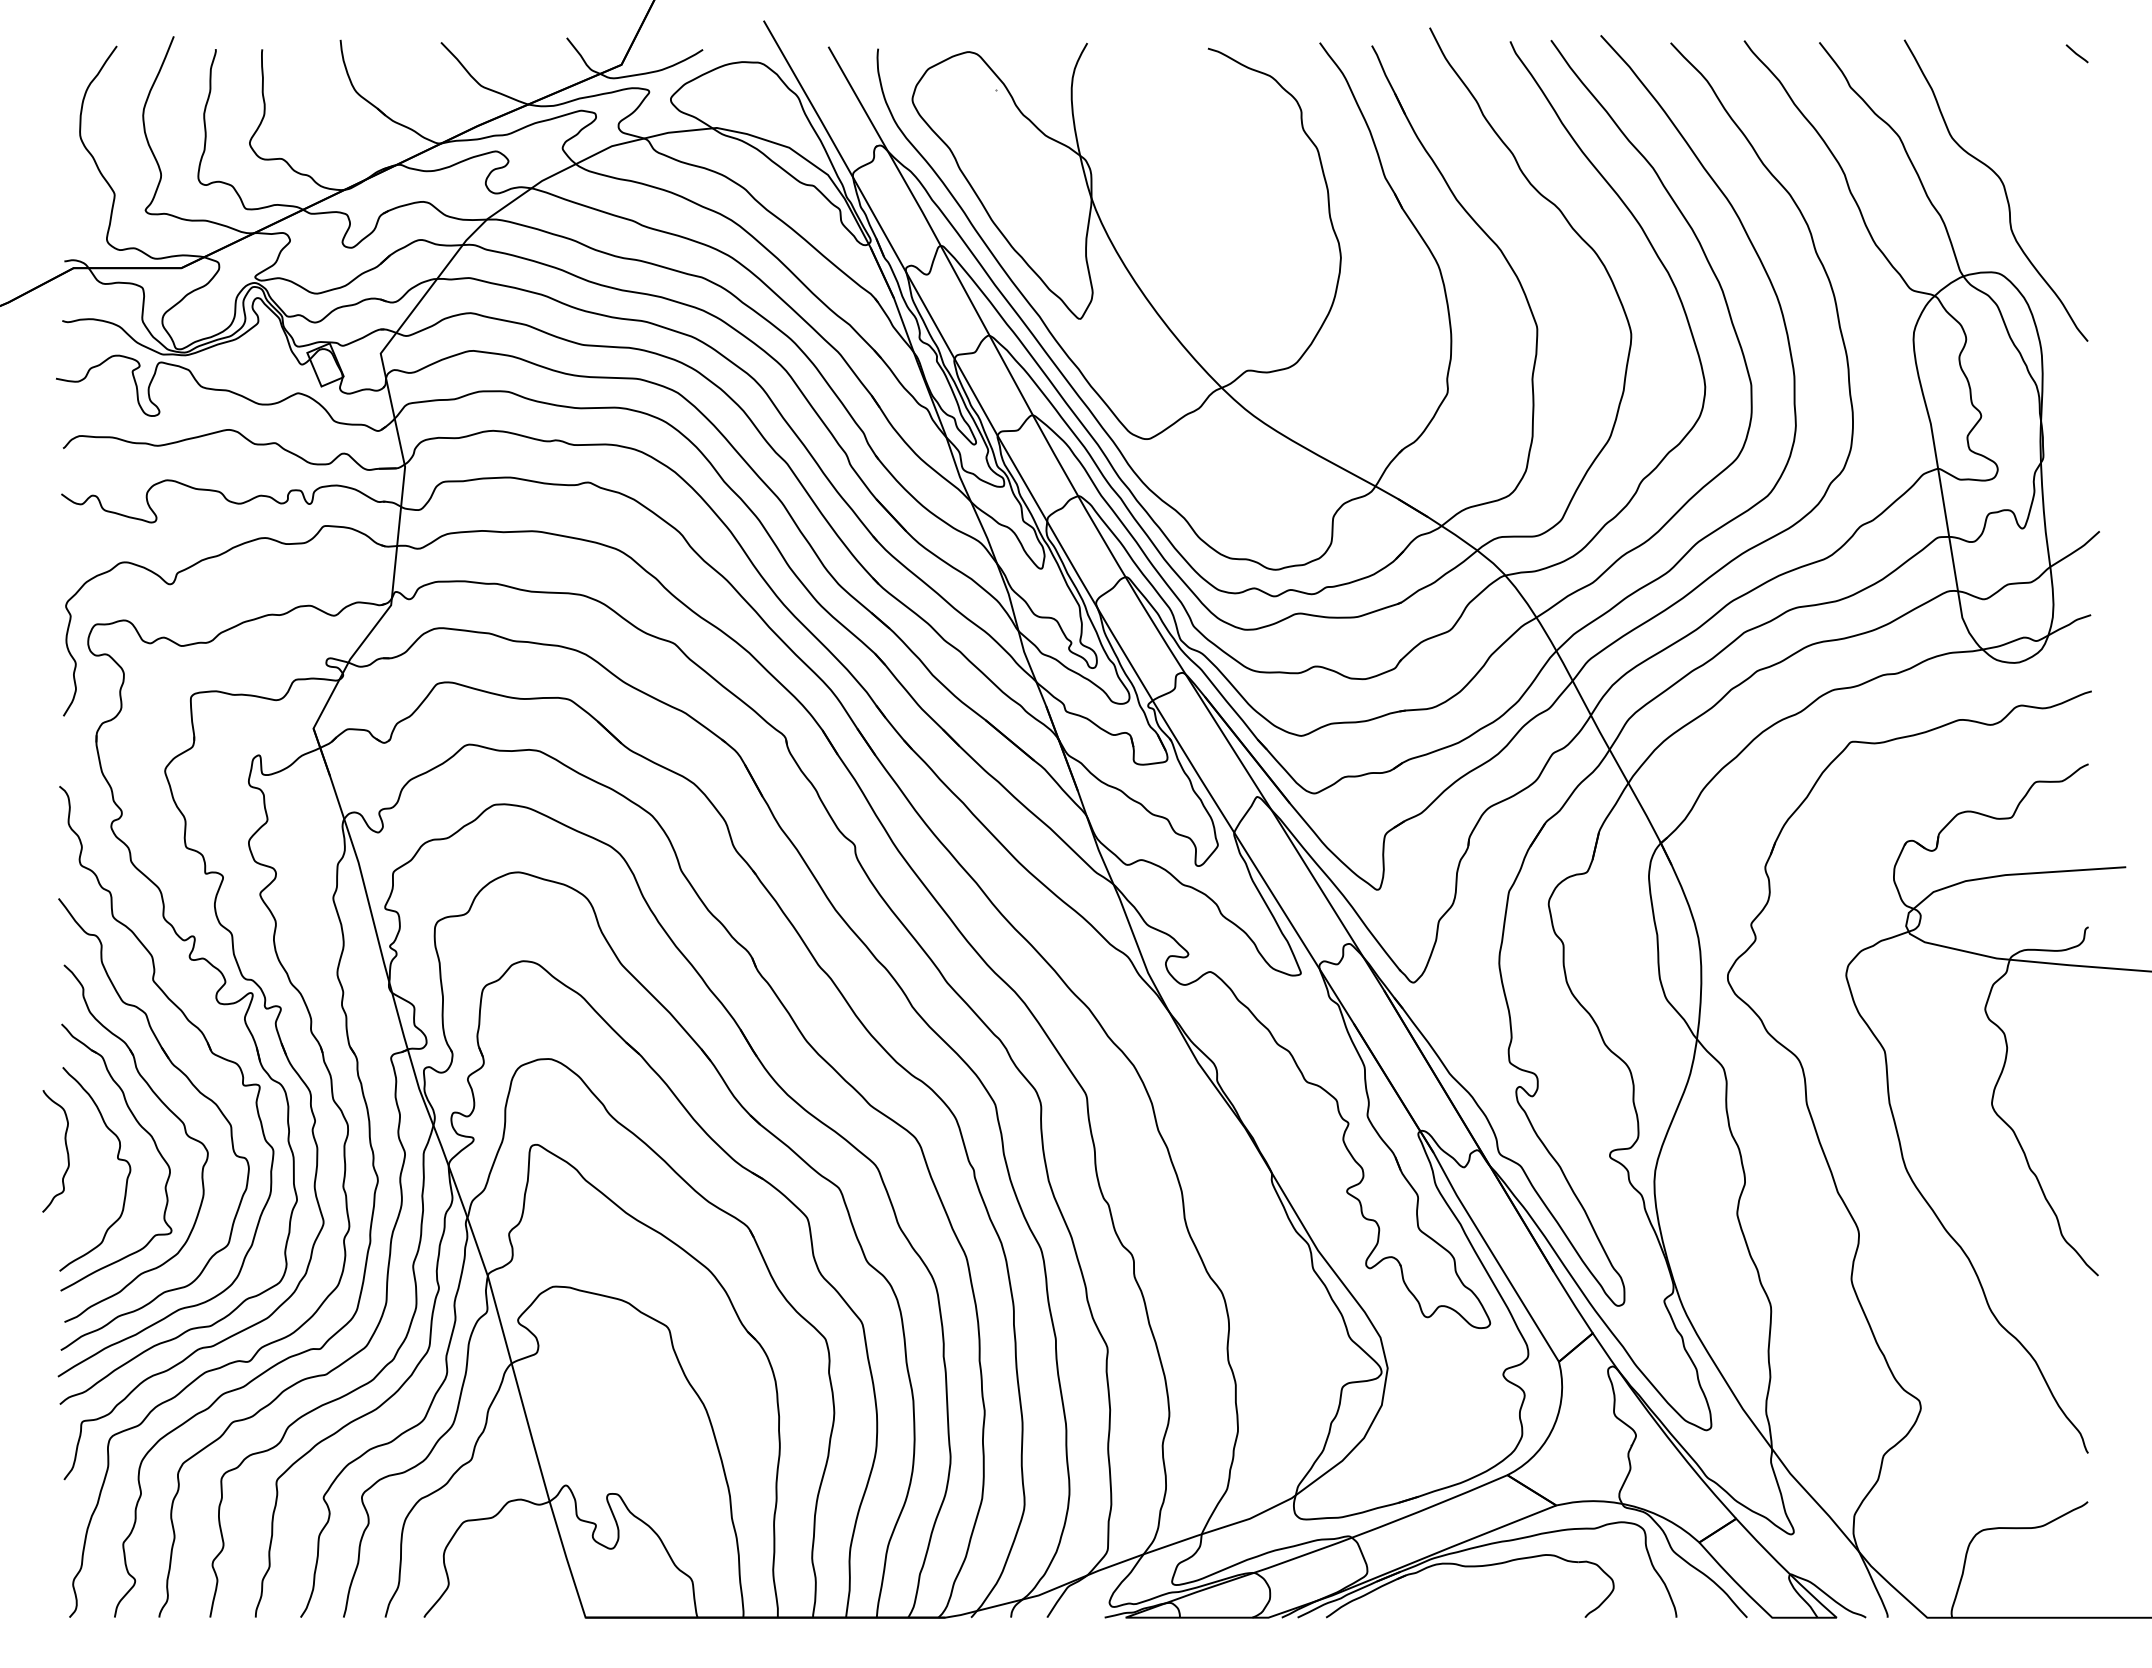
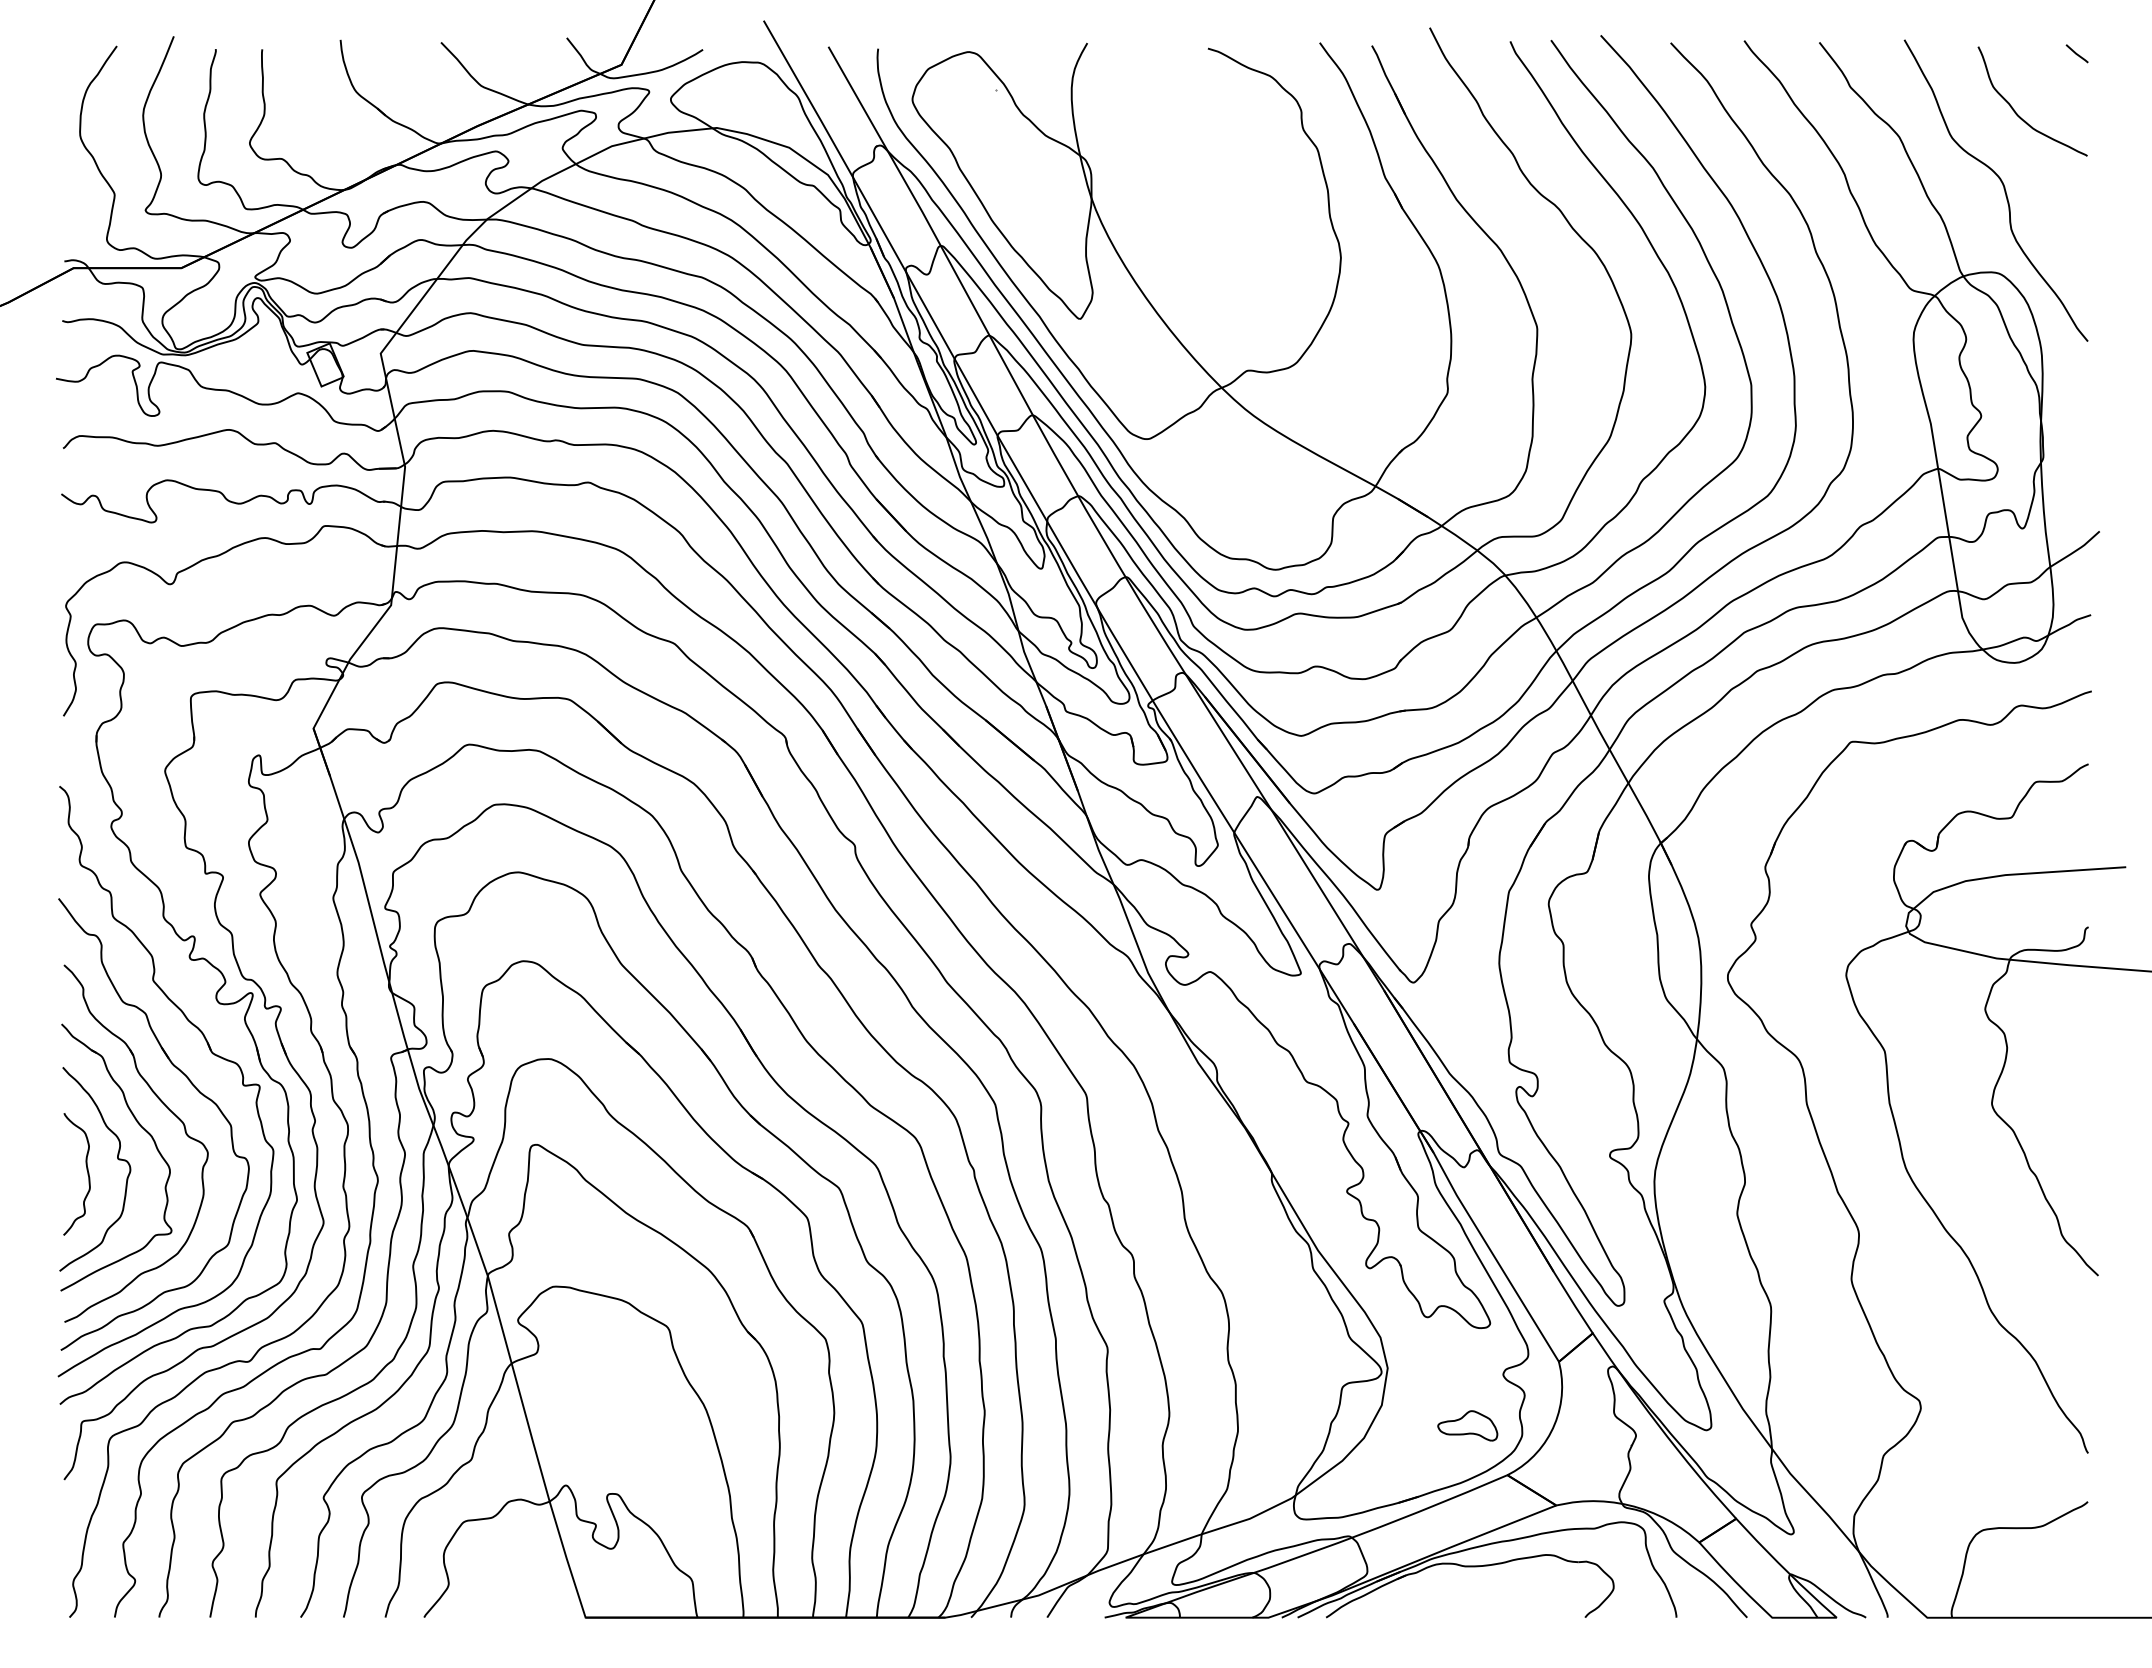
curve at (2018, 114): none -> present
curve at (65, 1147) position: (65, 1147) -> (86, 1170)
part at (1467, 1425): none -> present
